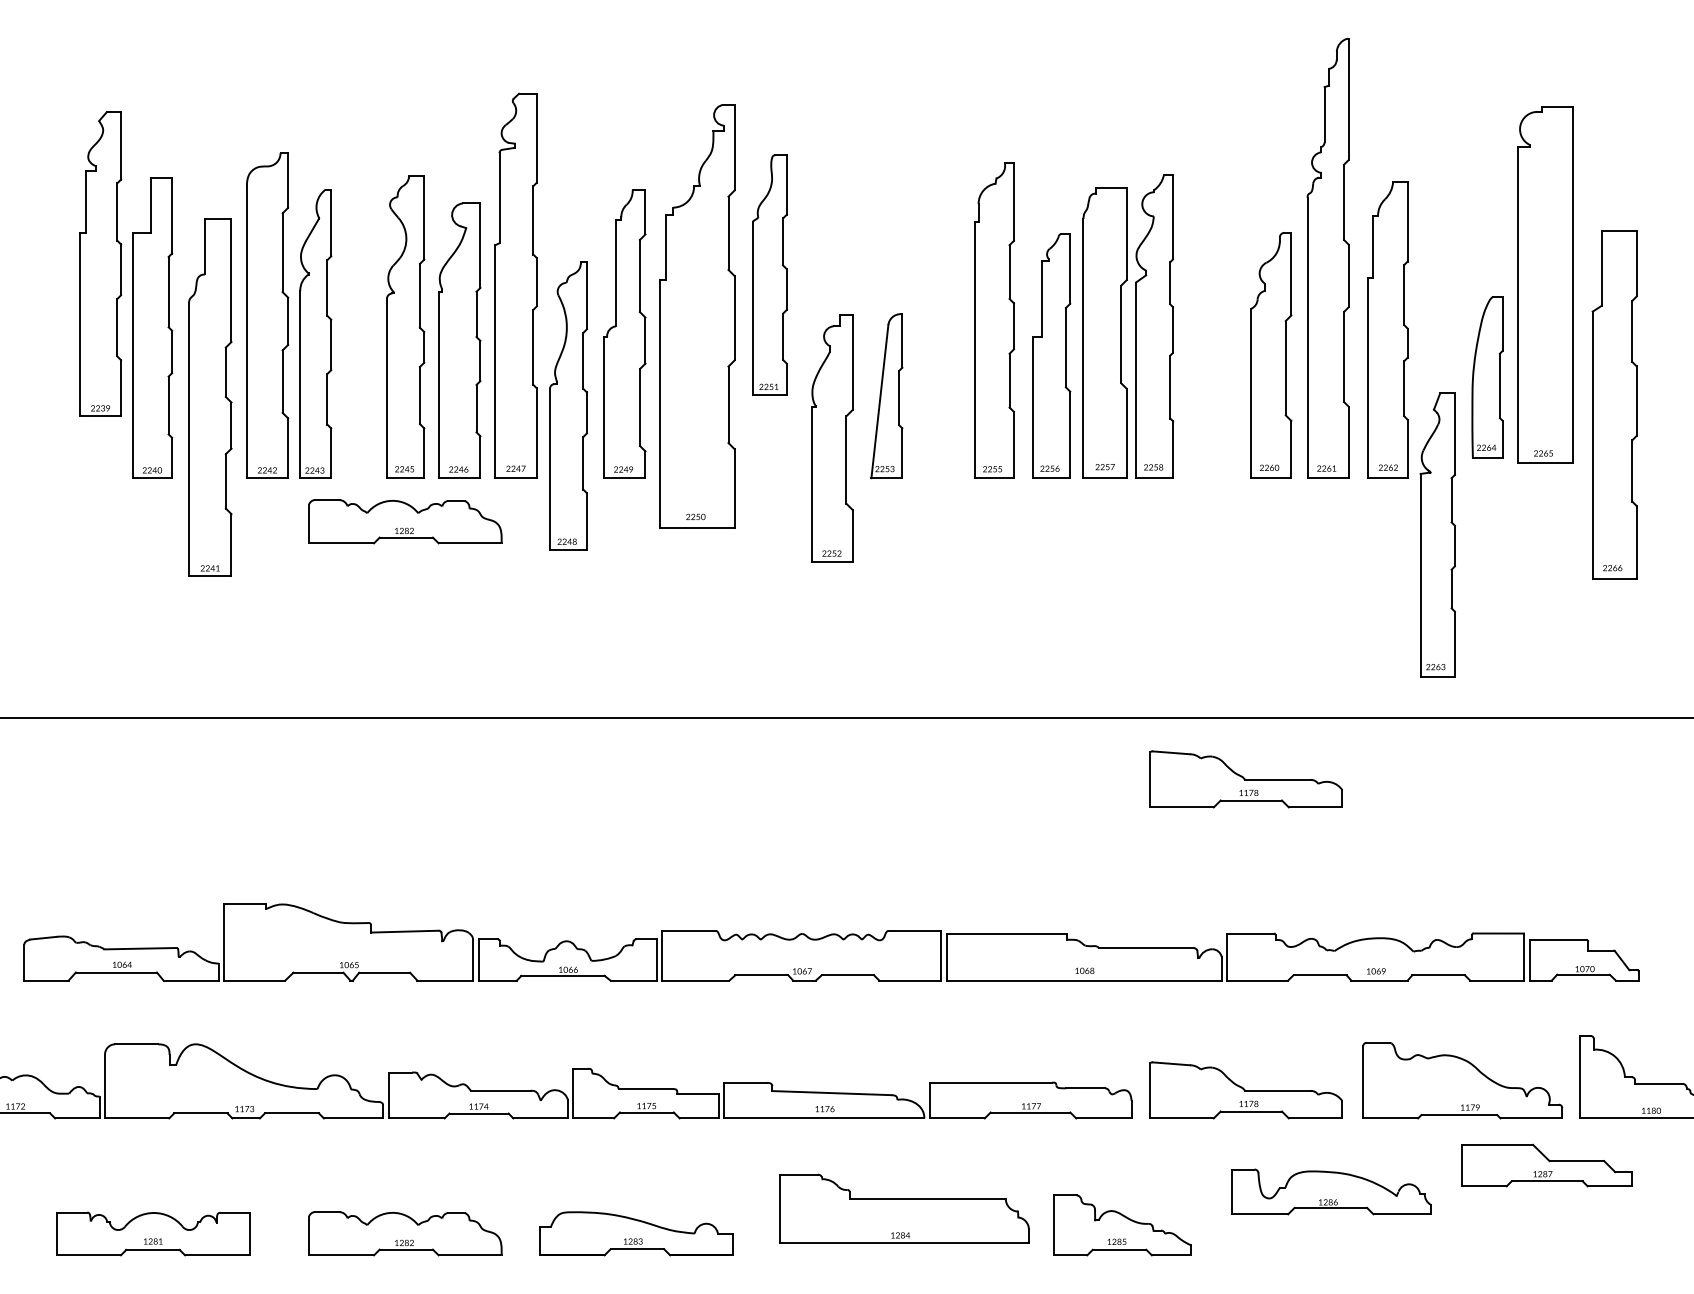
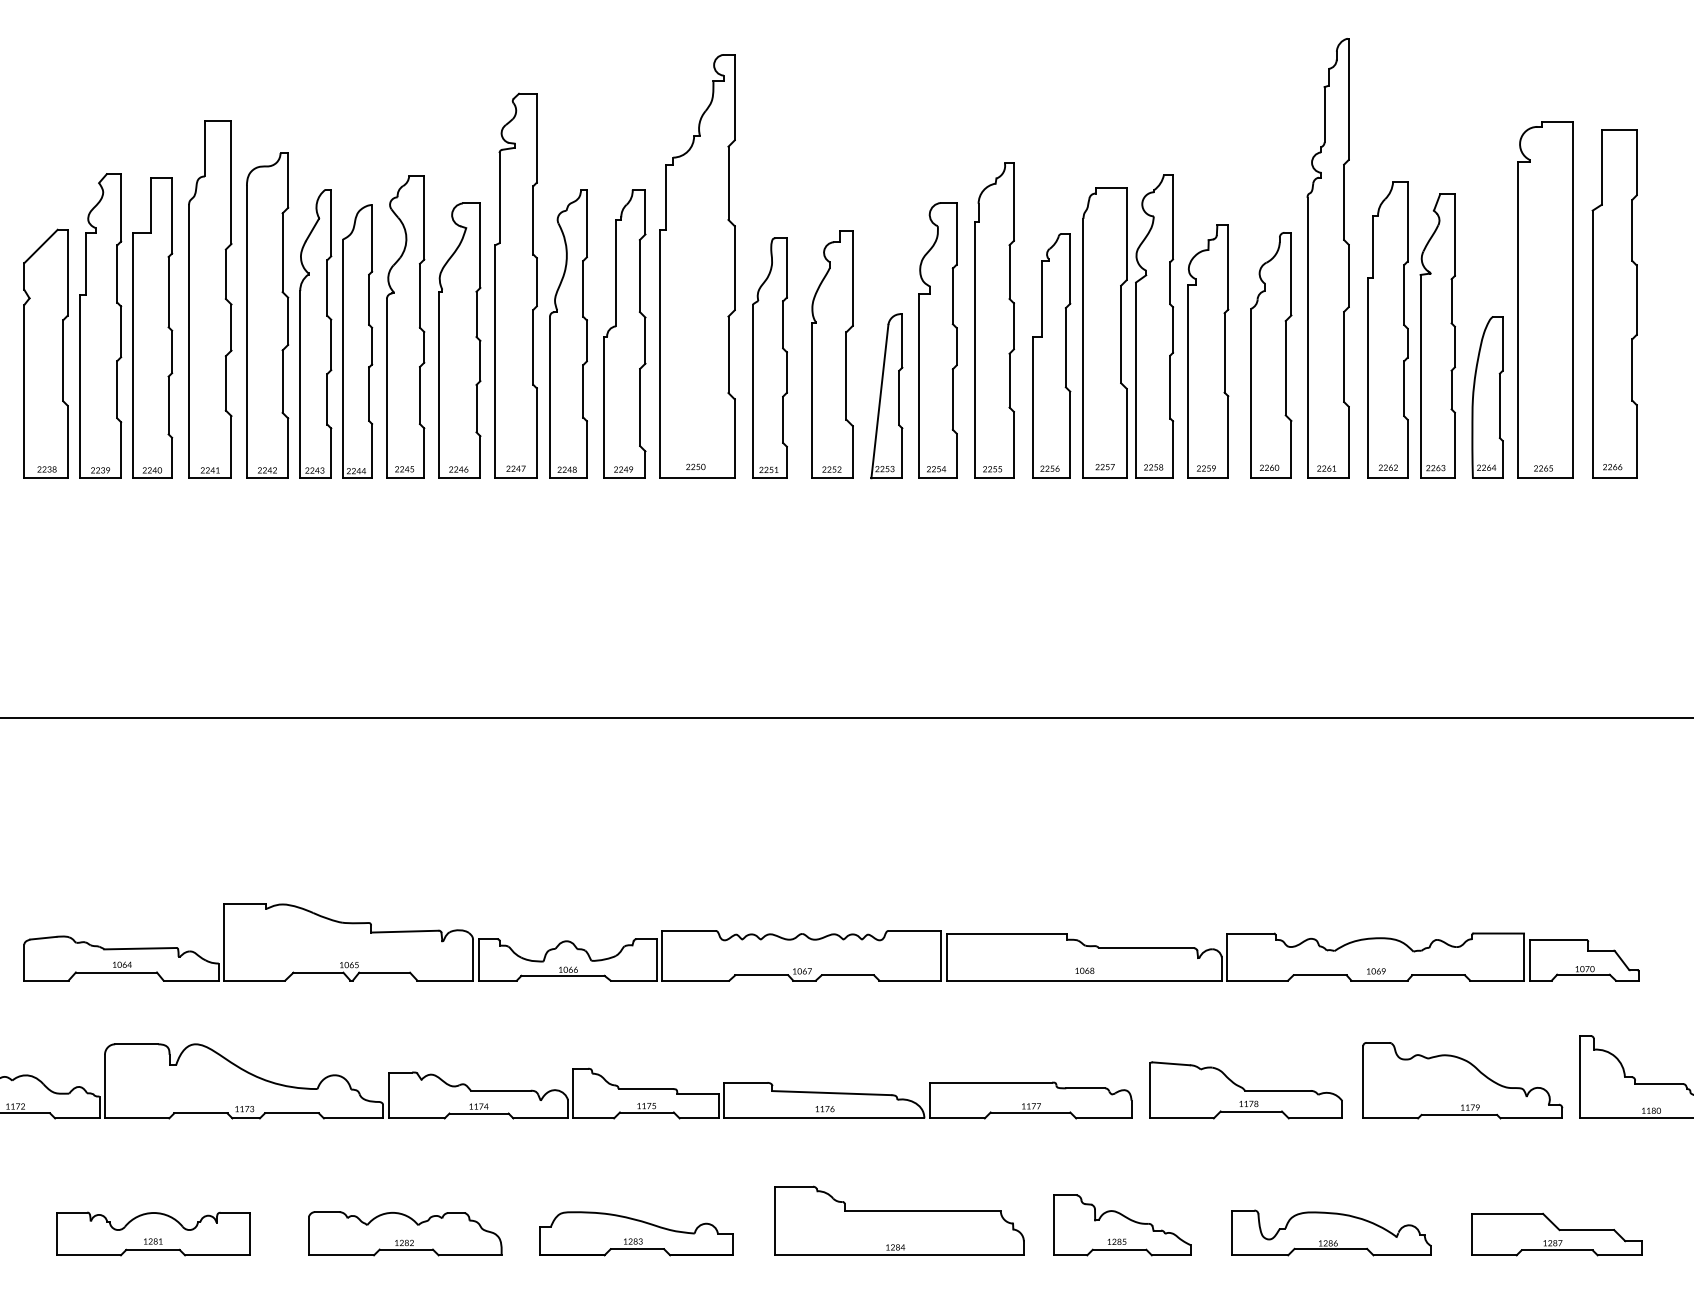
part at (100, 263) position: (100, 263) -> (100, 325)
part at (769, 274) position: (769, 274) -> (769, 357)
part at (1545, 284) position: (1545, 284) -> (1545, 299)
part at (697, 316) position: (697, 316) -> (697, 266)
part at (937, 340): none -> present
part at (357, 341): none -> present
part at (1208, 351): none -> present
part at (45, 353): none -> present
part at (1487, 377) position: (1487, 377) -> (1487, 397)
part at (210, 397) position: (210, 397) -> (210, 299)
part at (1614, 404) position: (1614, 404) -> (1614, 303)
part at (568, 405) position: (568, 405) -> (568, 333)
part at (832, 438) position: (832, 438) -> (832, 354)
part at (405, 521): present -> none
part at (1437, 534) position: (1437, 534) -> (1437, 335)
part at (1245, 779): present -> none
part at (1546, 1165) position: (1546, 1165) -> (1556, 1234)
part at (1331, 1191) position: (1331, 1191) -> (1331, 1232)
part at (904, 1208) position: (904, 1208) -> (899, 1220)
